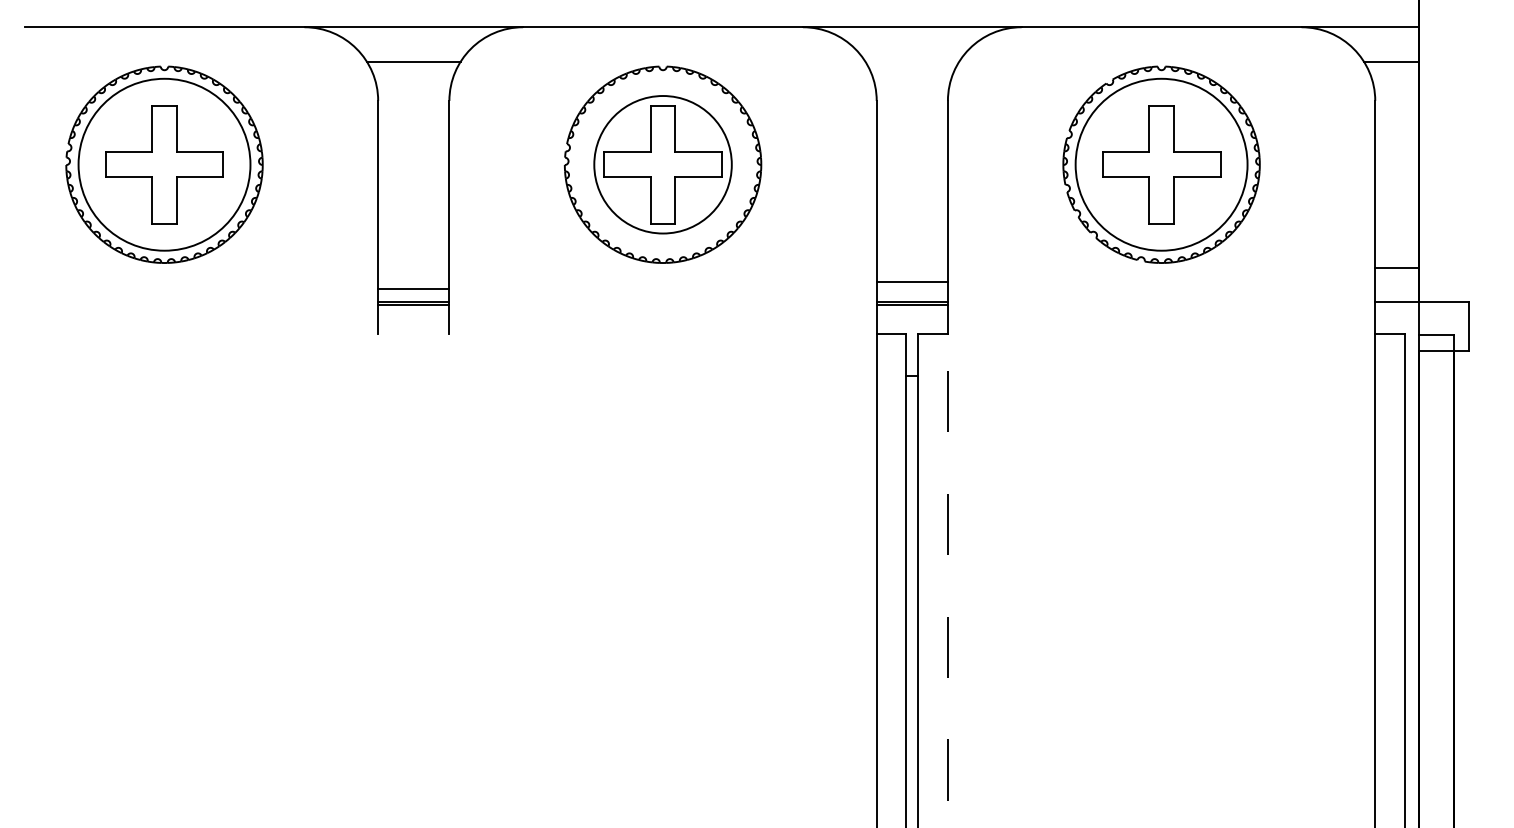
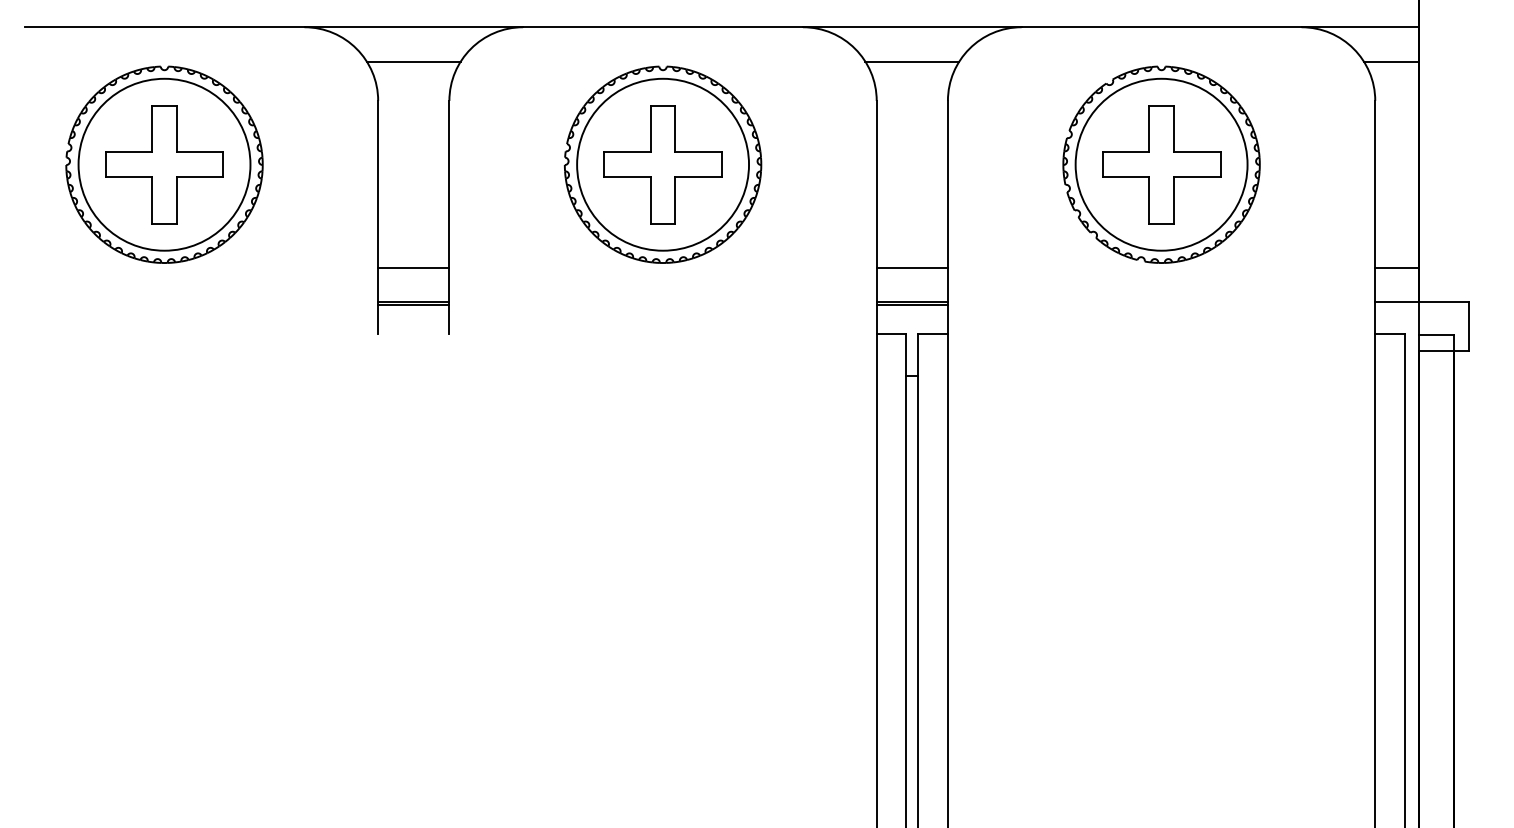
line at (912, 61): none -> present
circle at (662, 164) diameter: 138 px -> 172 px
line at (911, 281) position: (911, 281) -> (911, 267)
line at (413, 288) position: (413, 288) -> (413, 267)
line at (947, 580): dashed -> solid
